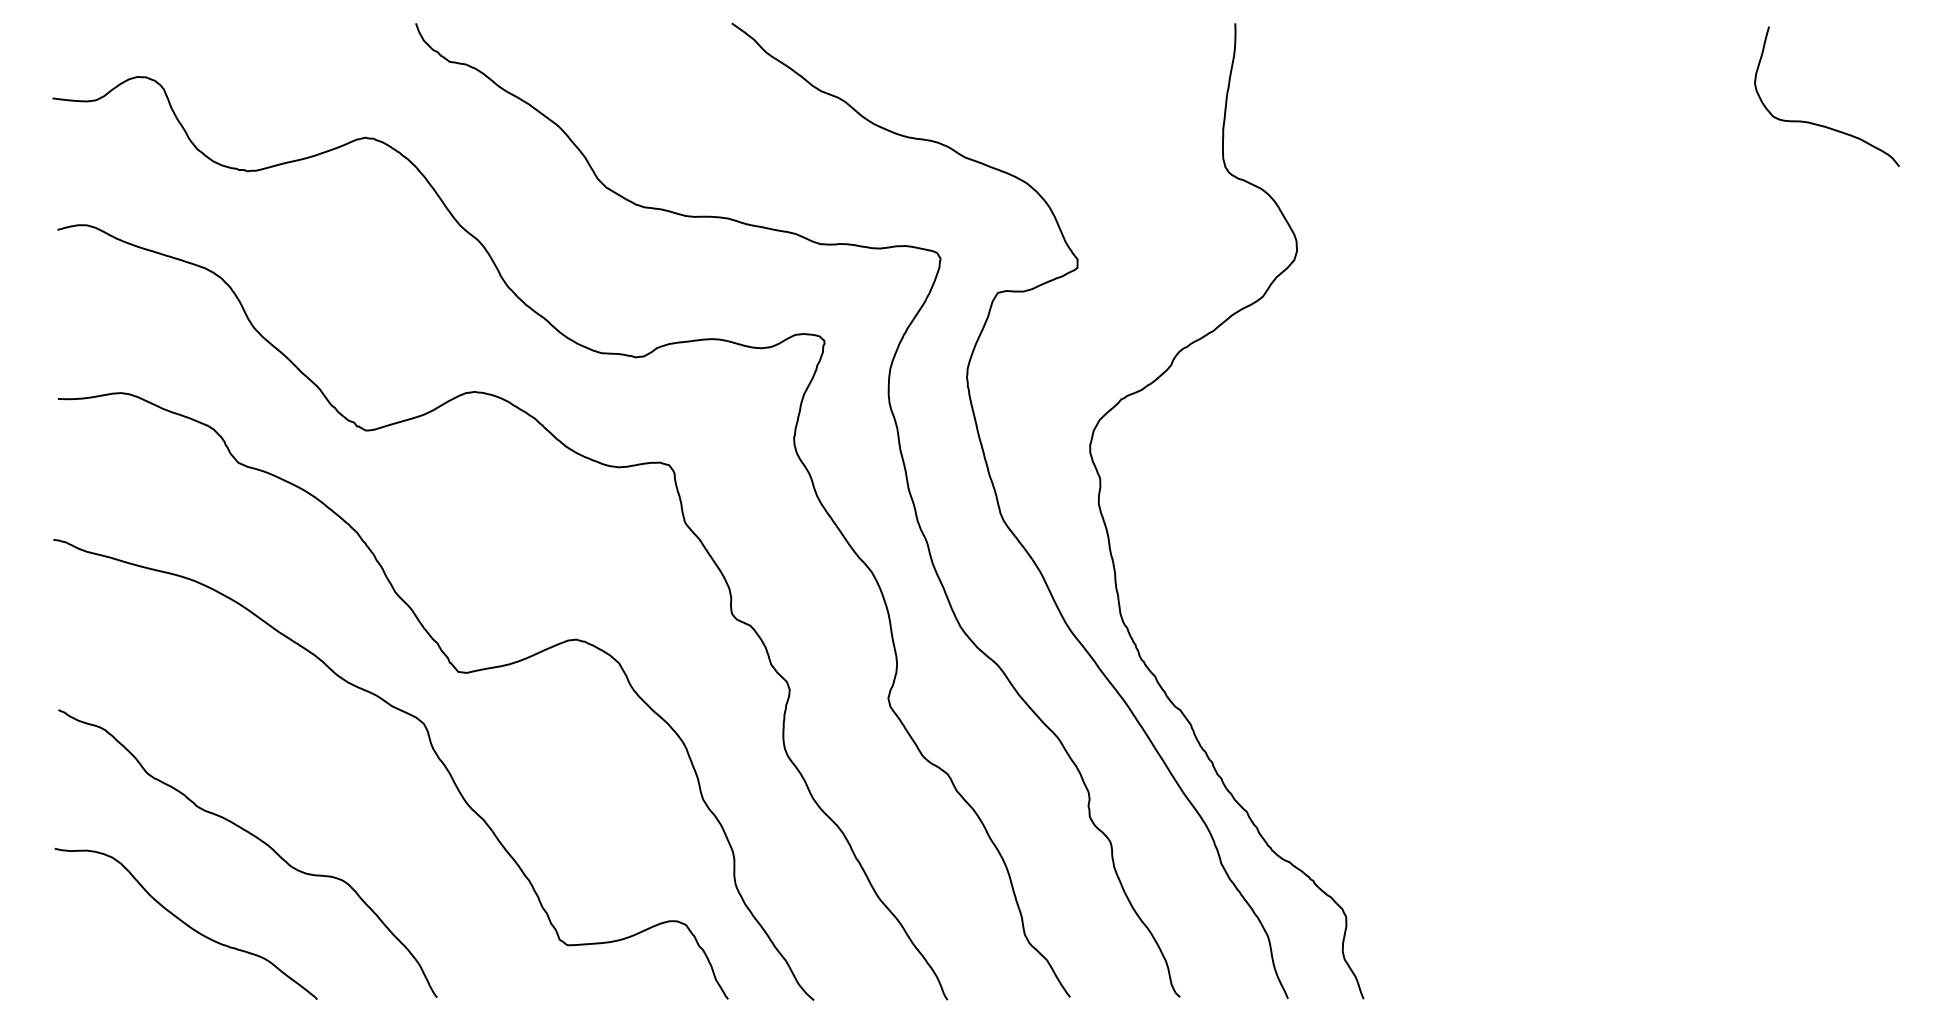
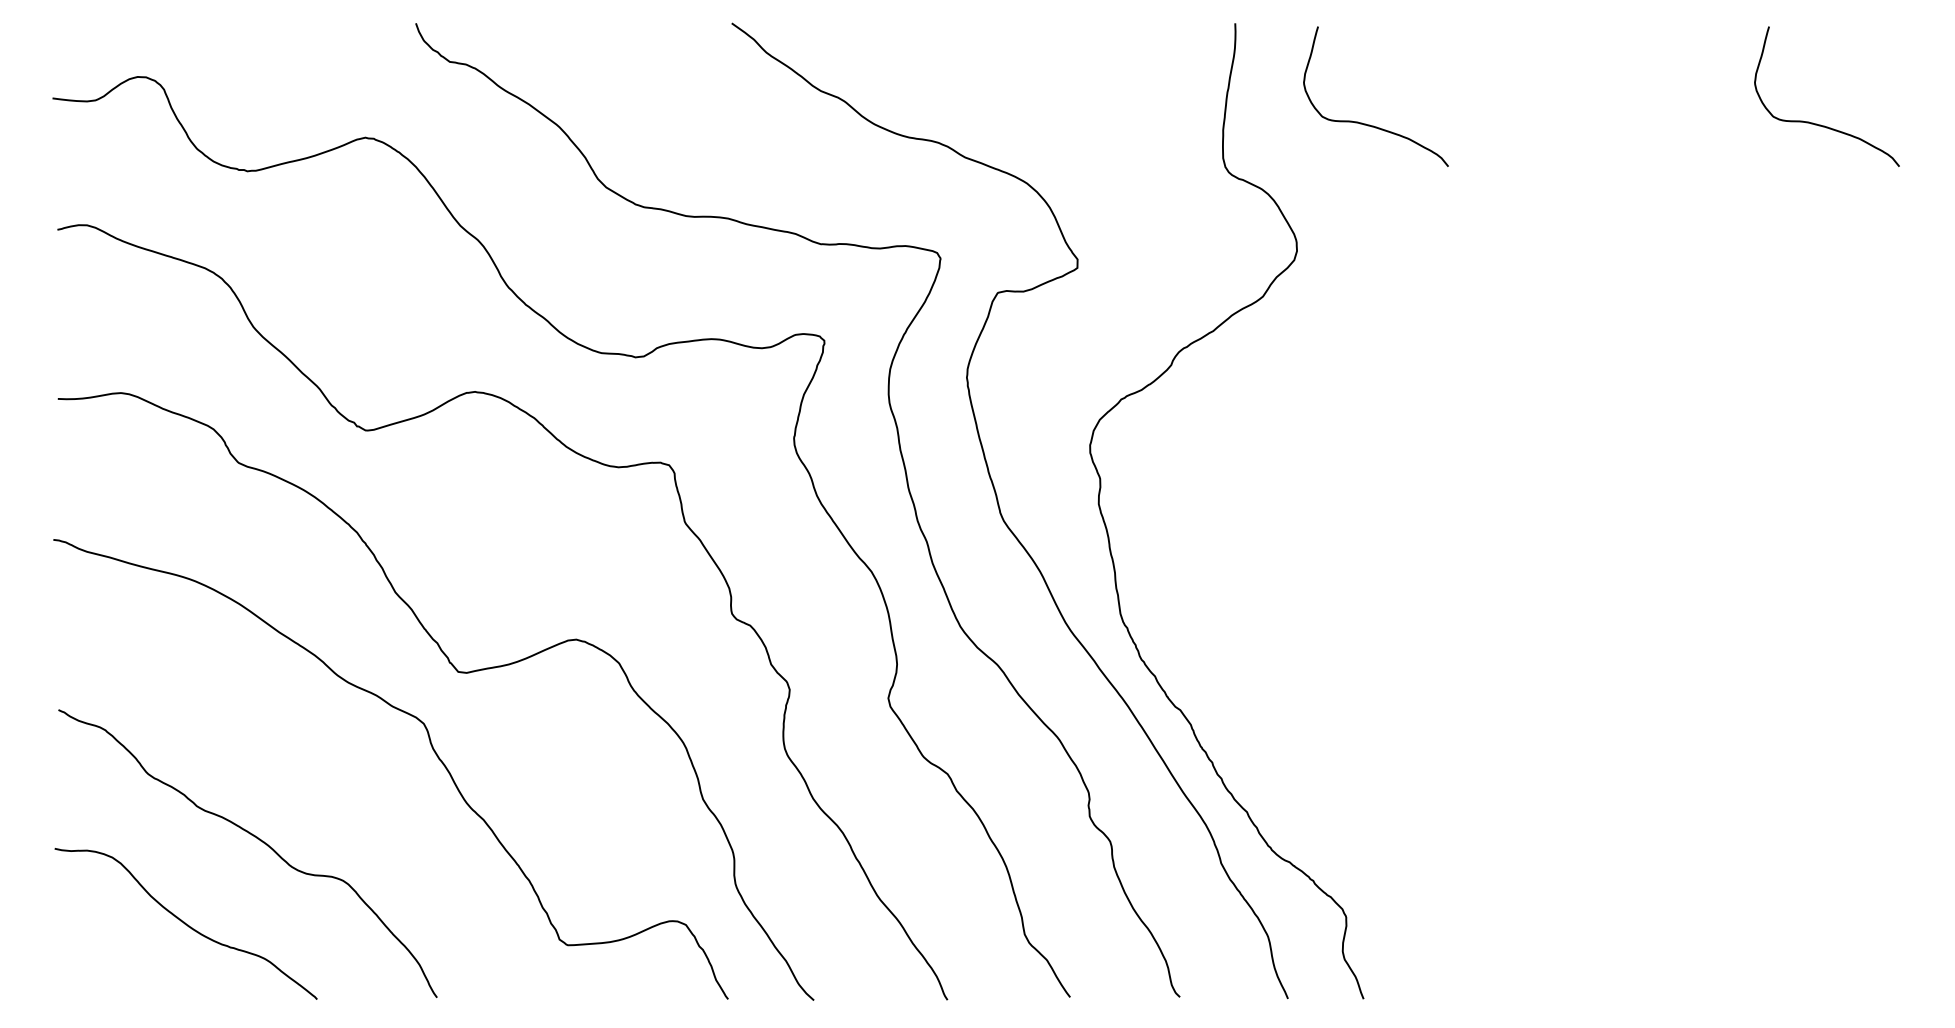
curve at (1369, 124): none -> present
